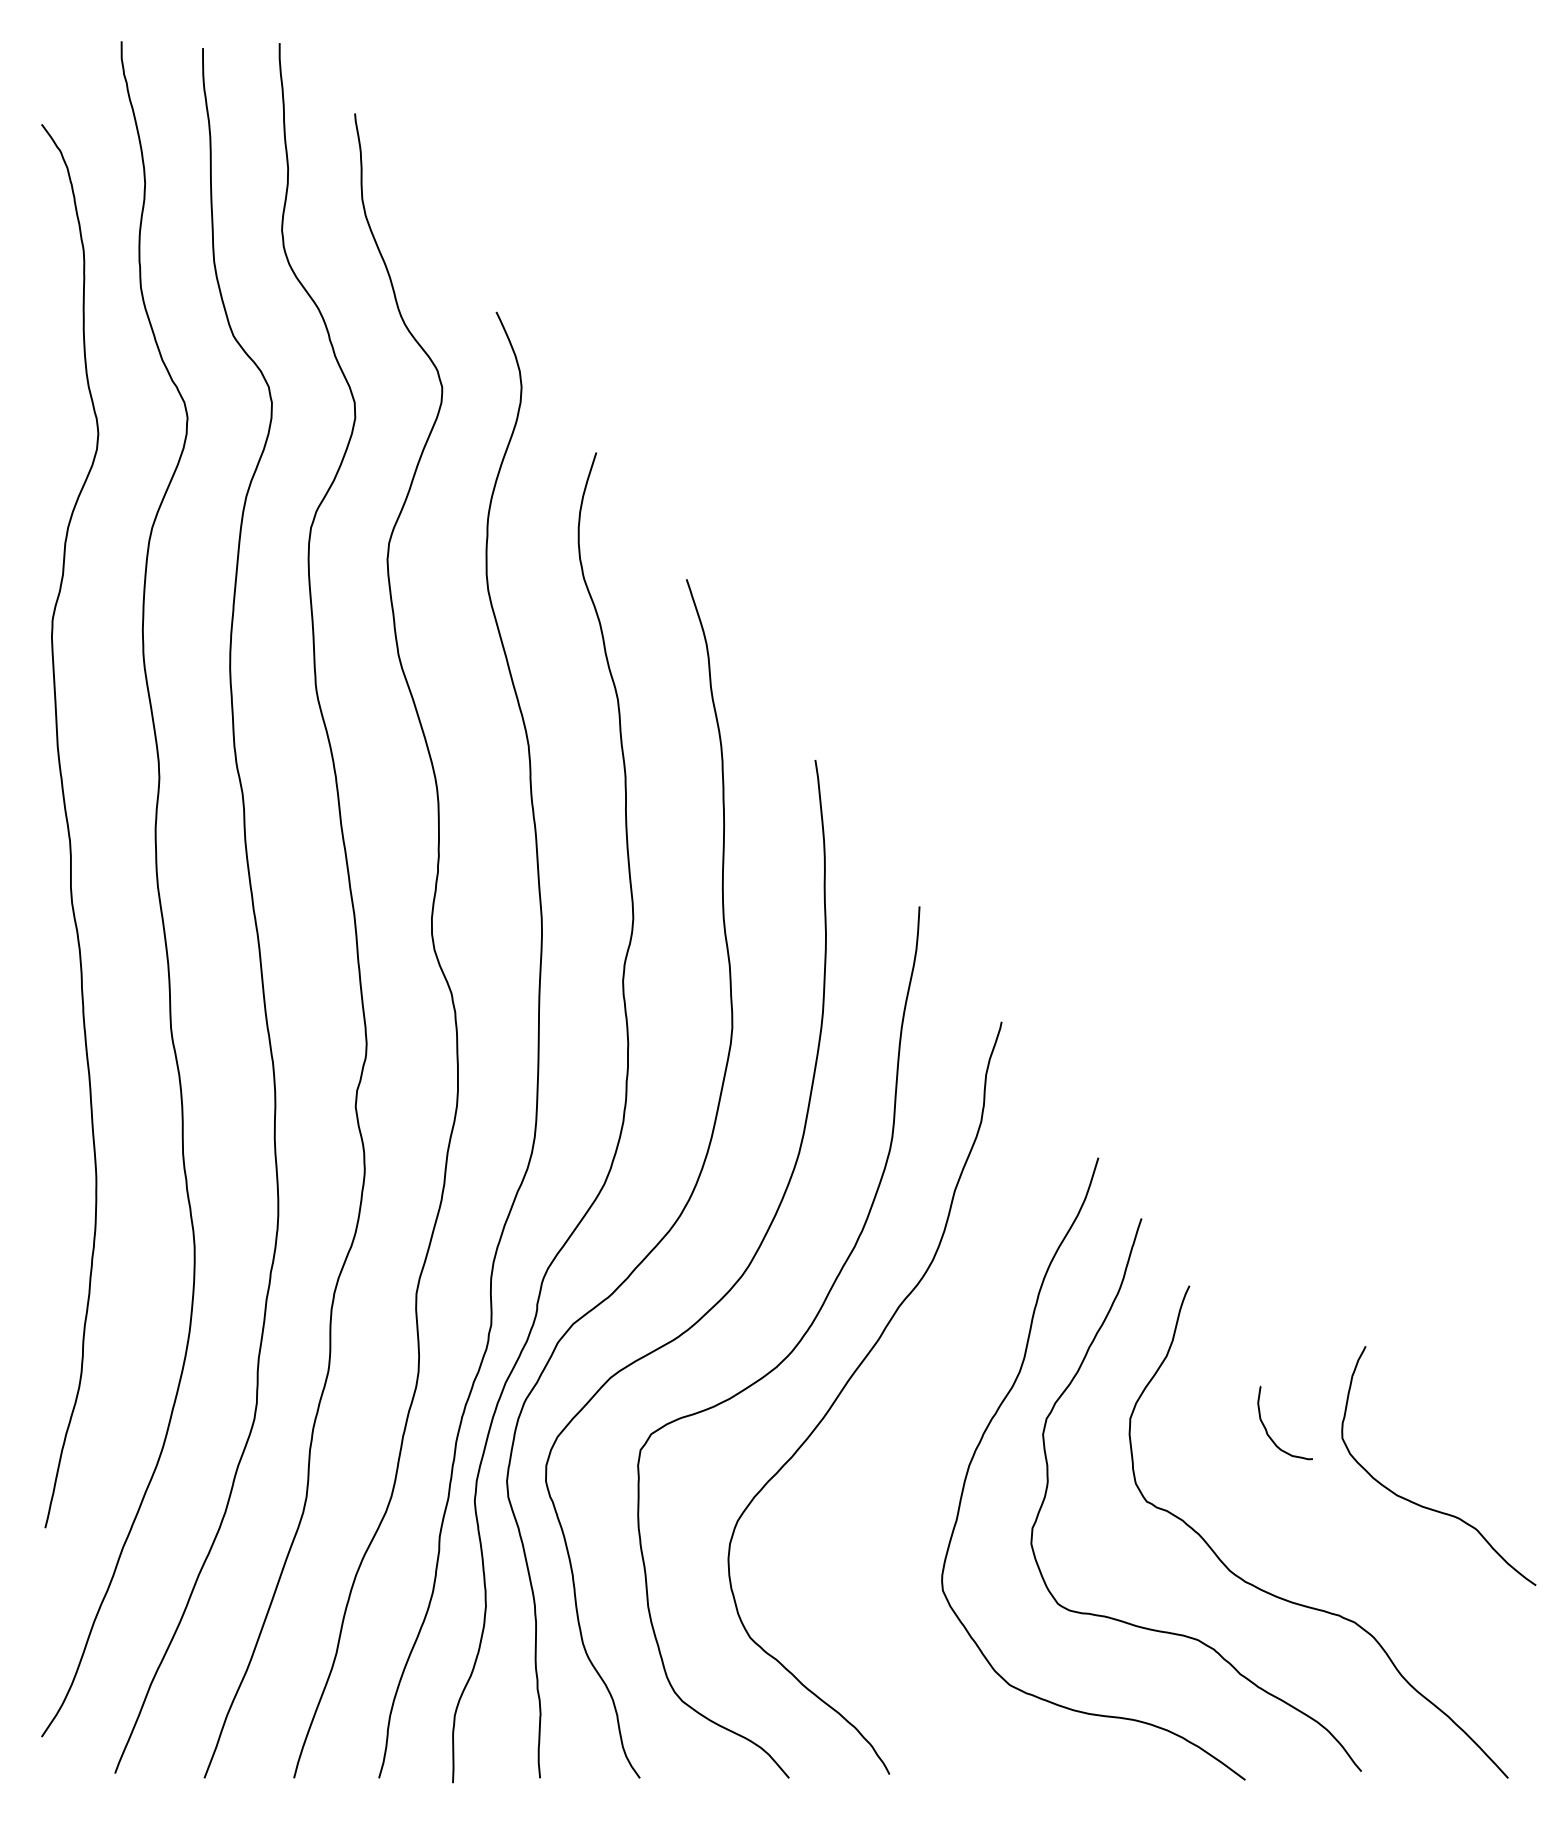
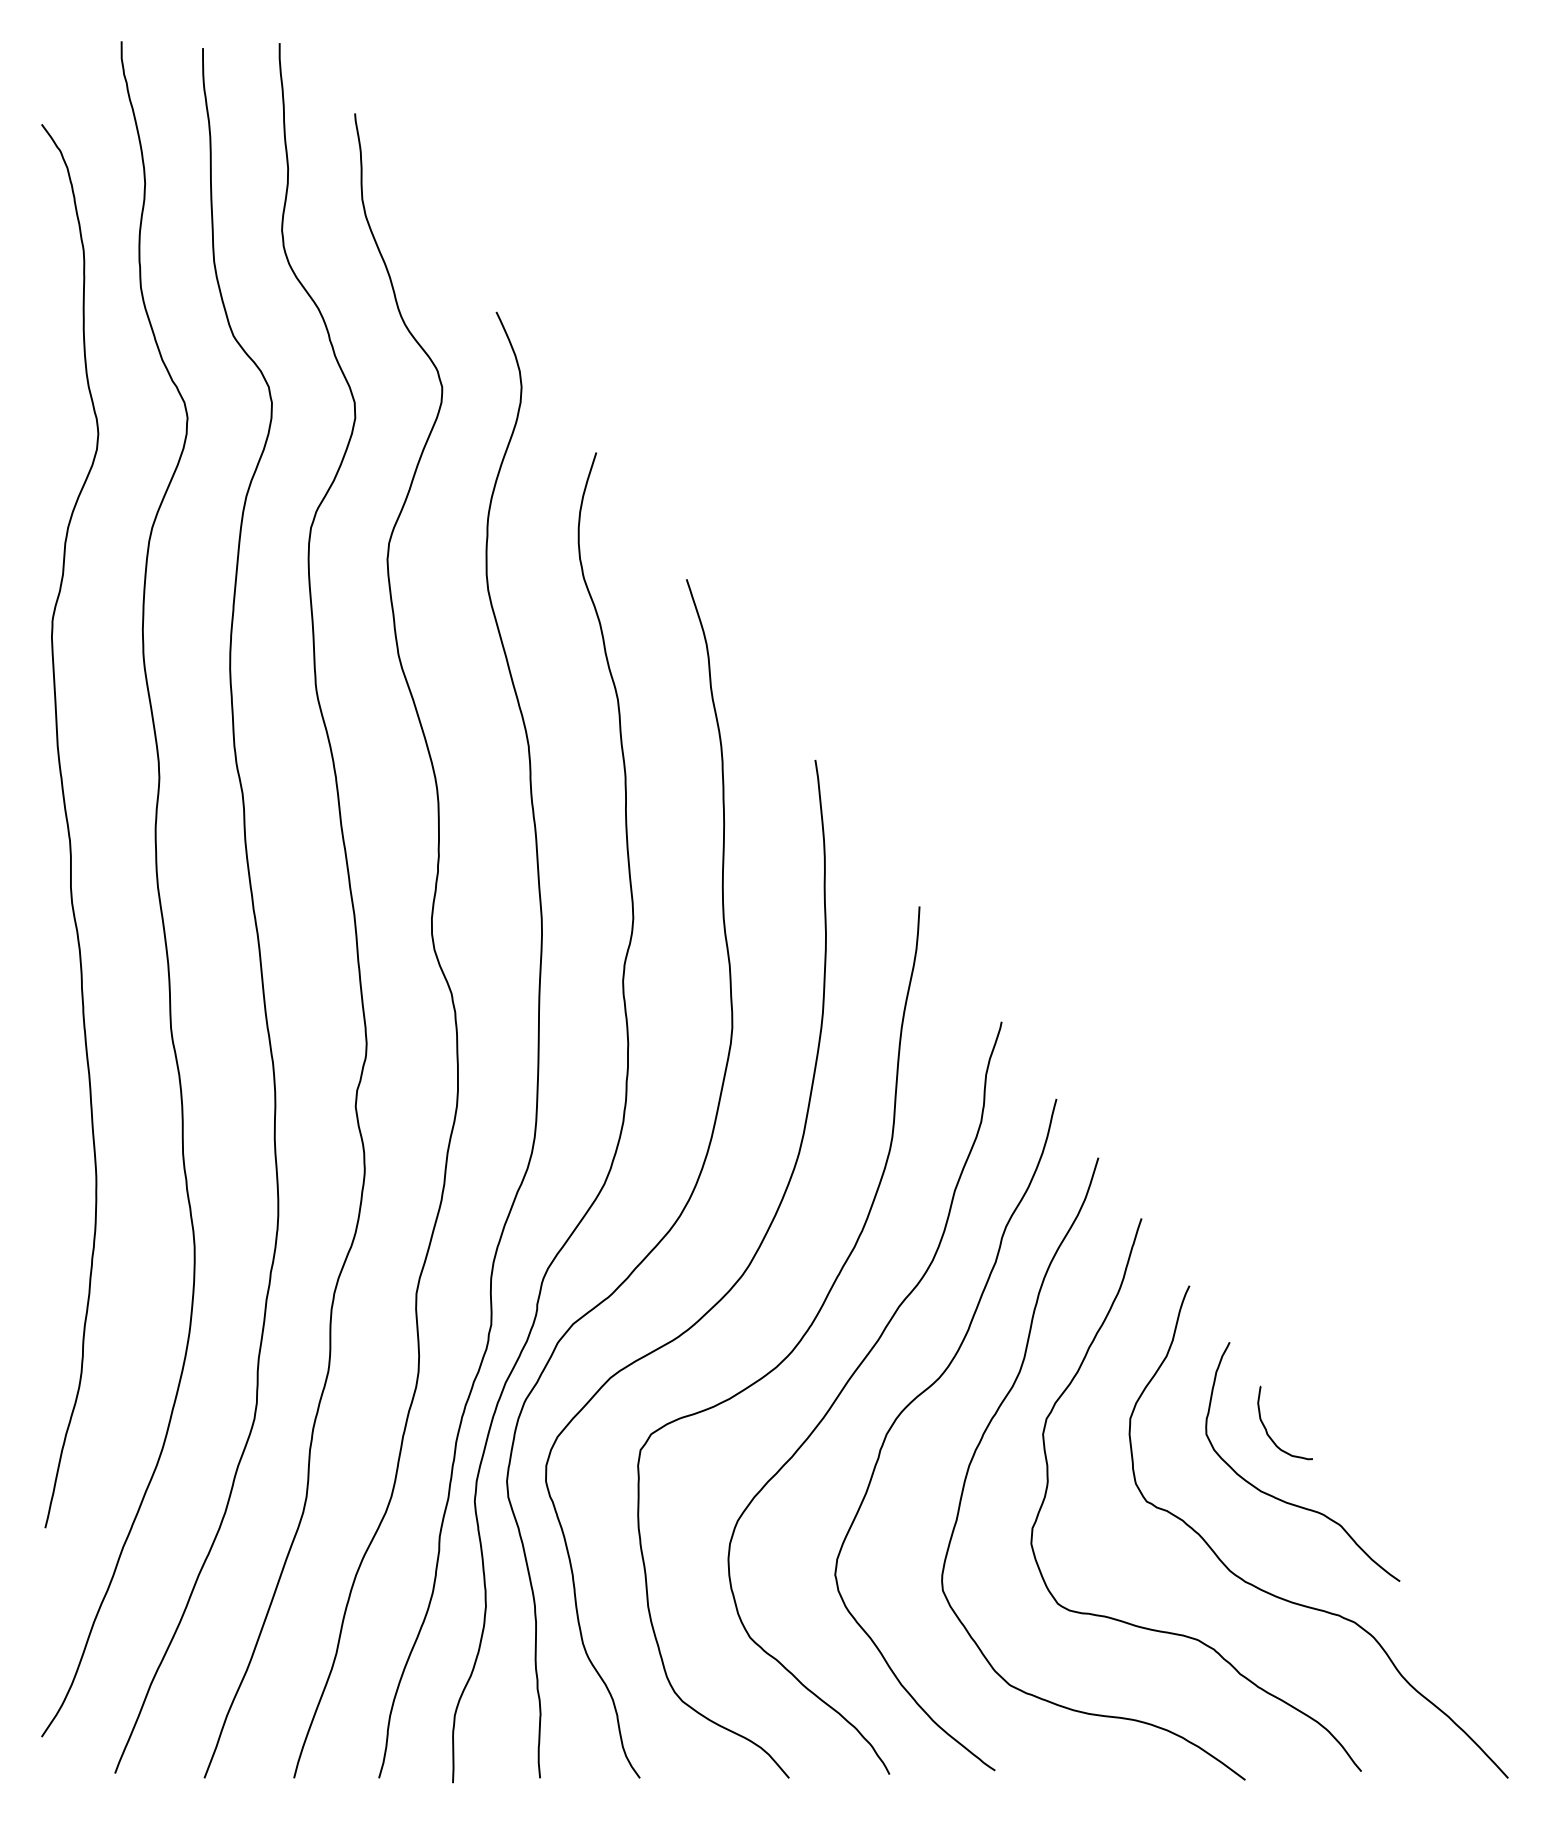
curve at (918, 1397): none -> present
curve at (1420, 1504) position: (1420, 1504) -> (1284, 1500)
